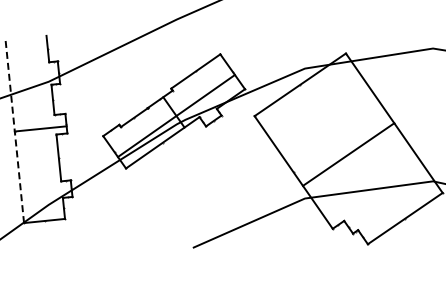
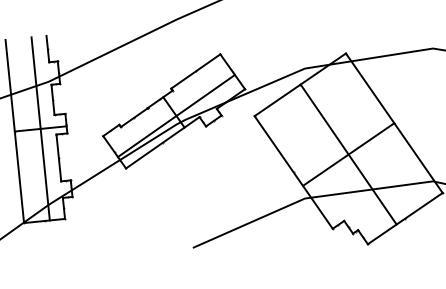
line at (40, 128): none -> present
line at (14, 131): dashed -> solid
line at (348, 154): none -> present
